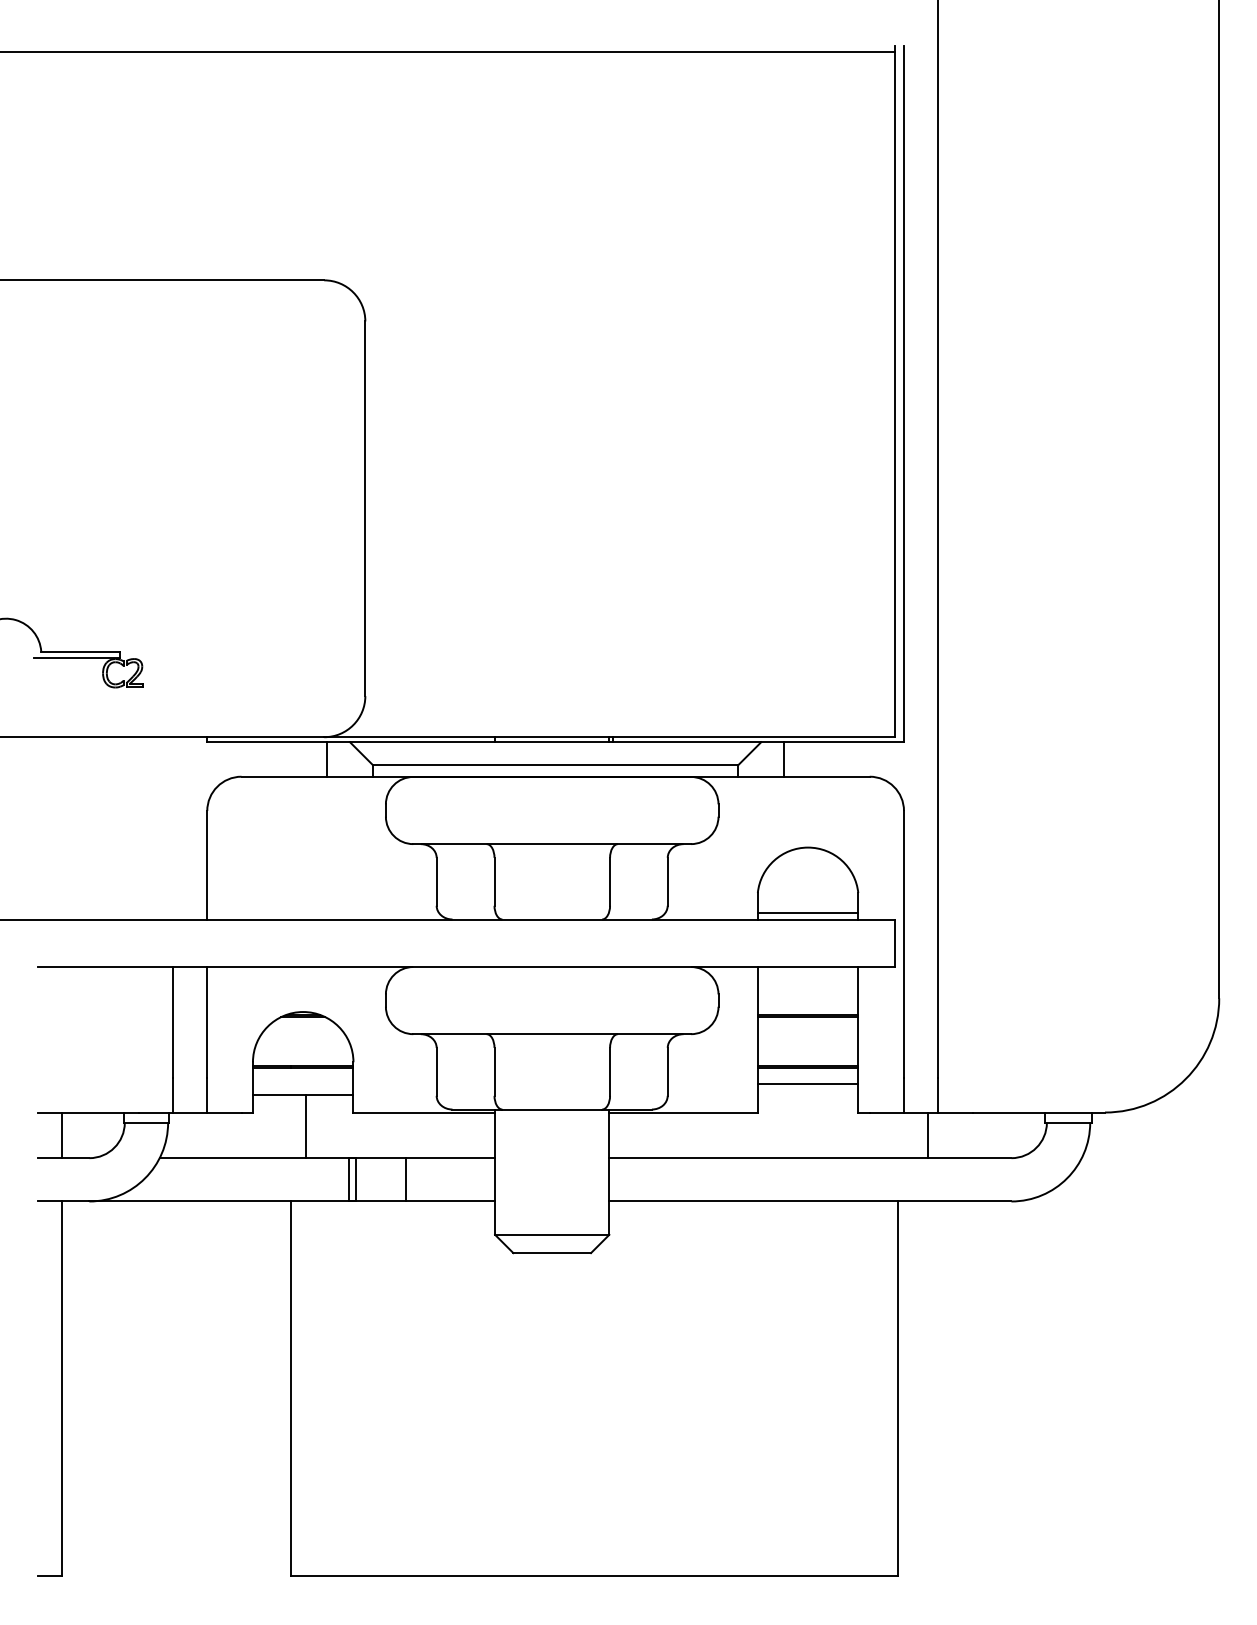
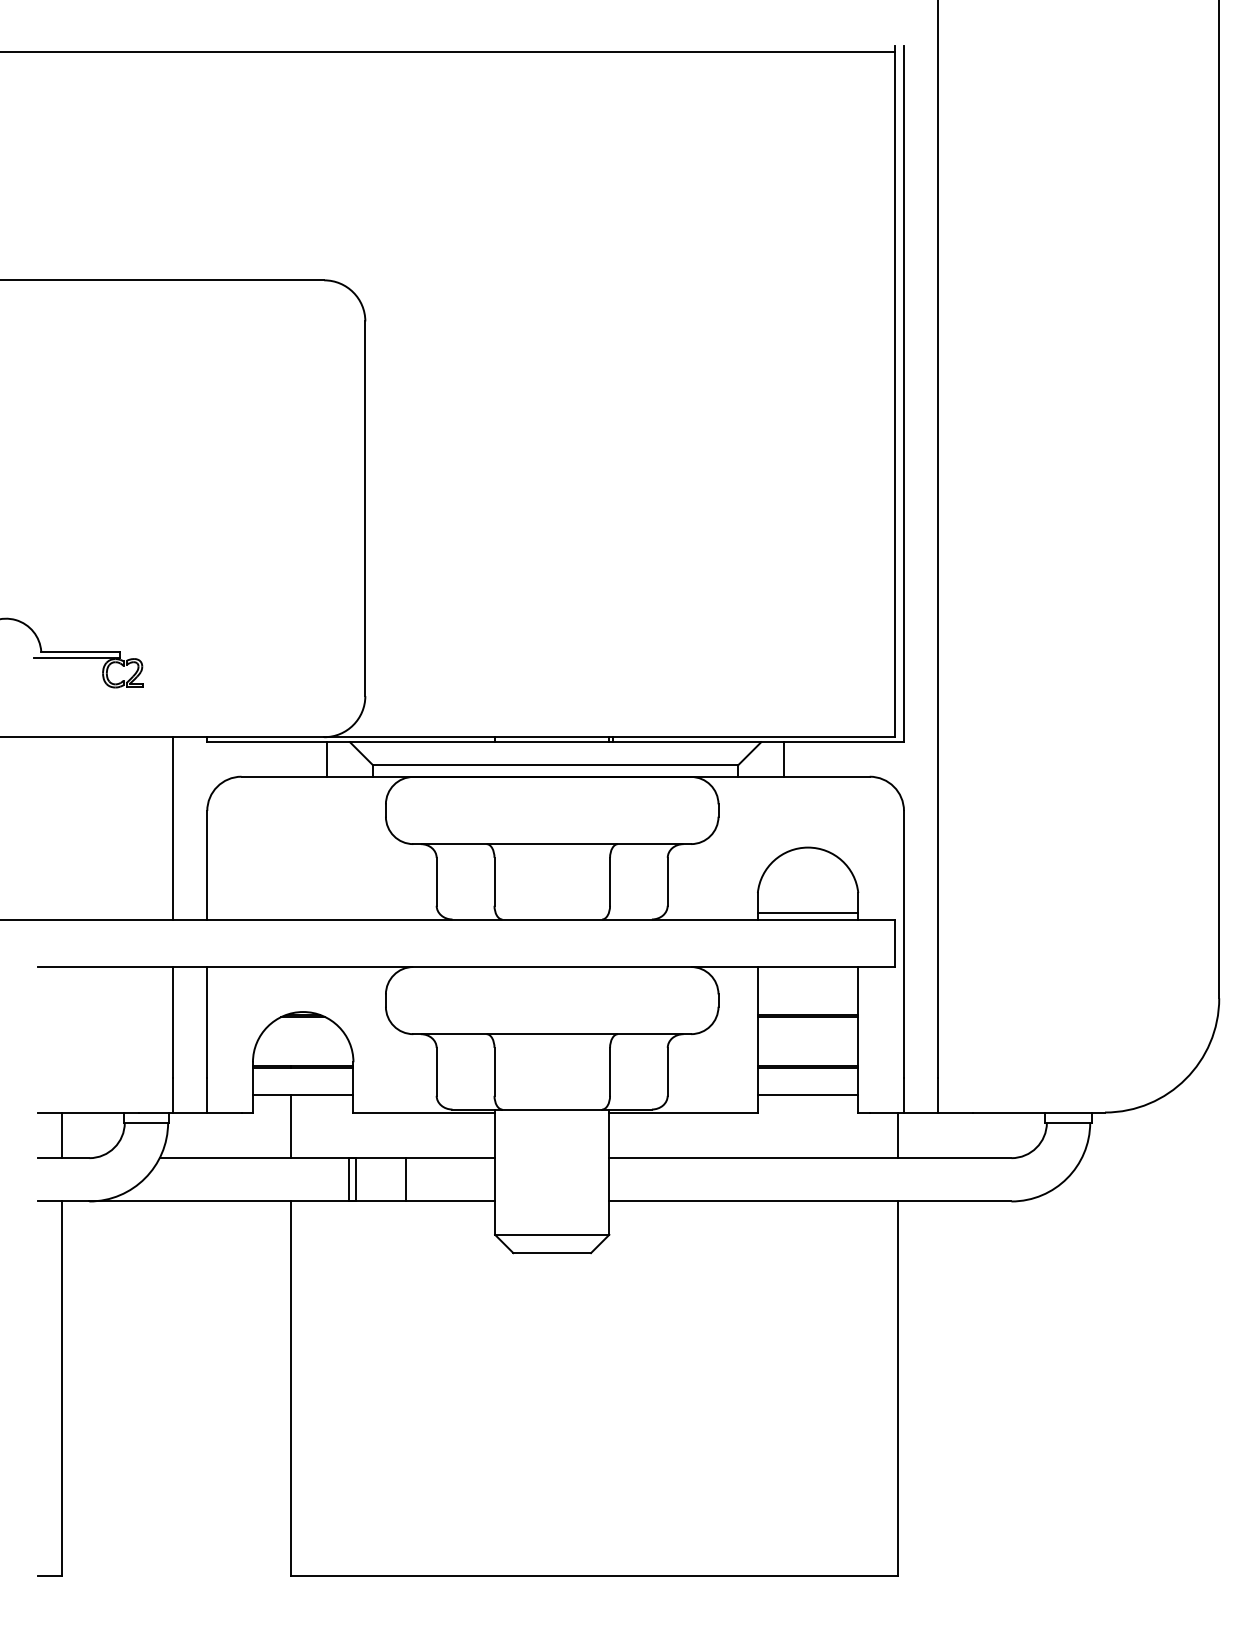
line at (173, 828): none -> present
line at (807, 1084) position: (807, 1084) -> (807, 1095)
line at (305, 1126) position: (305, 1126) -> (290, 1126)
line at (928, 1135) position: (928, 1135) -> (898, 1135)
